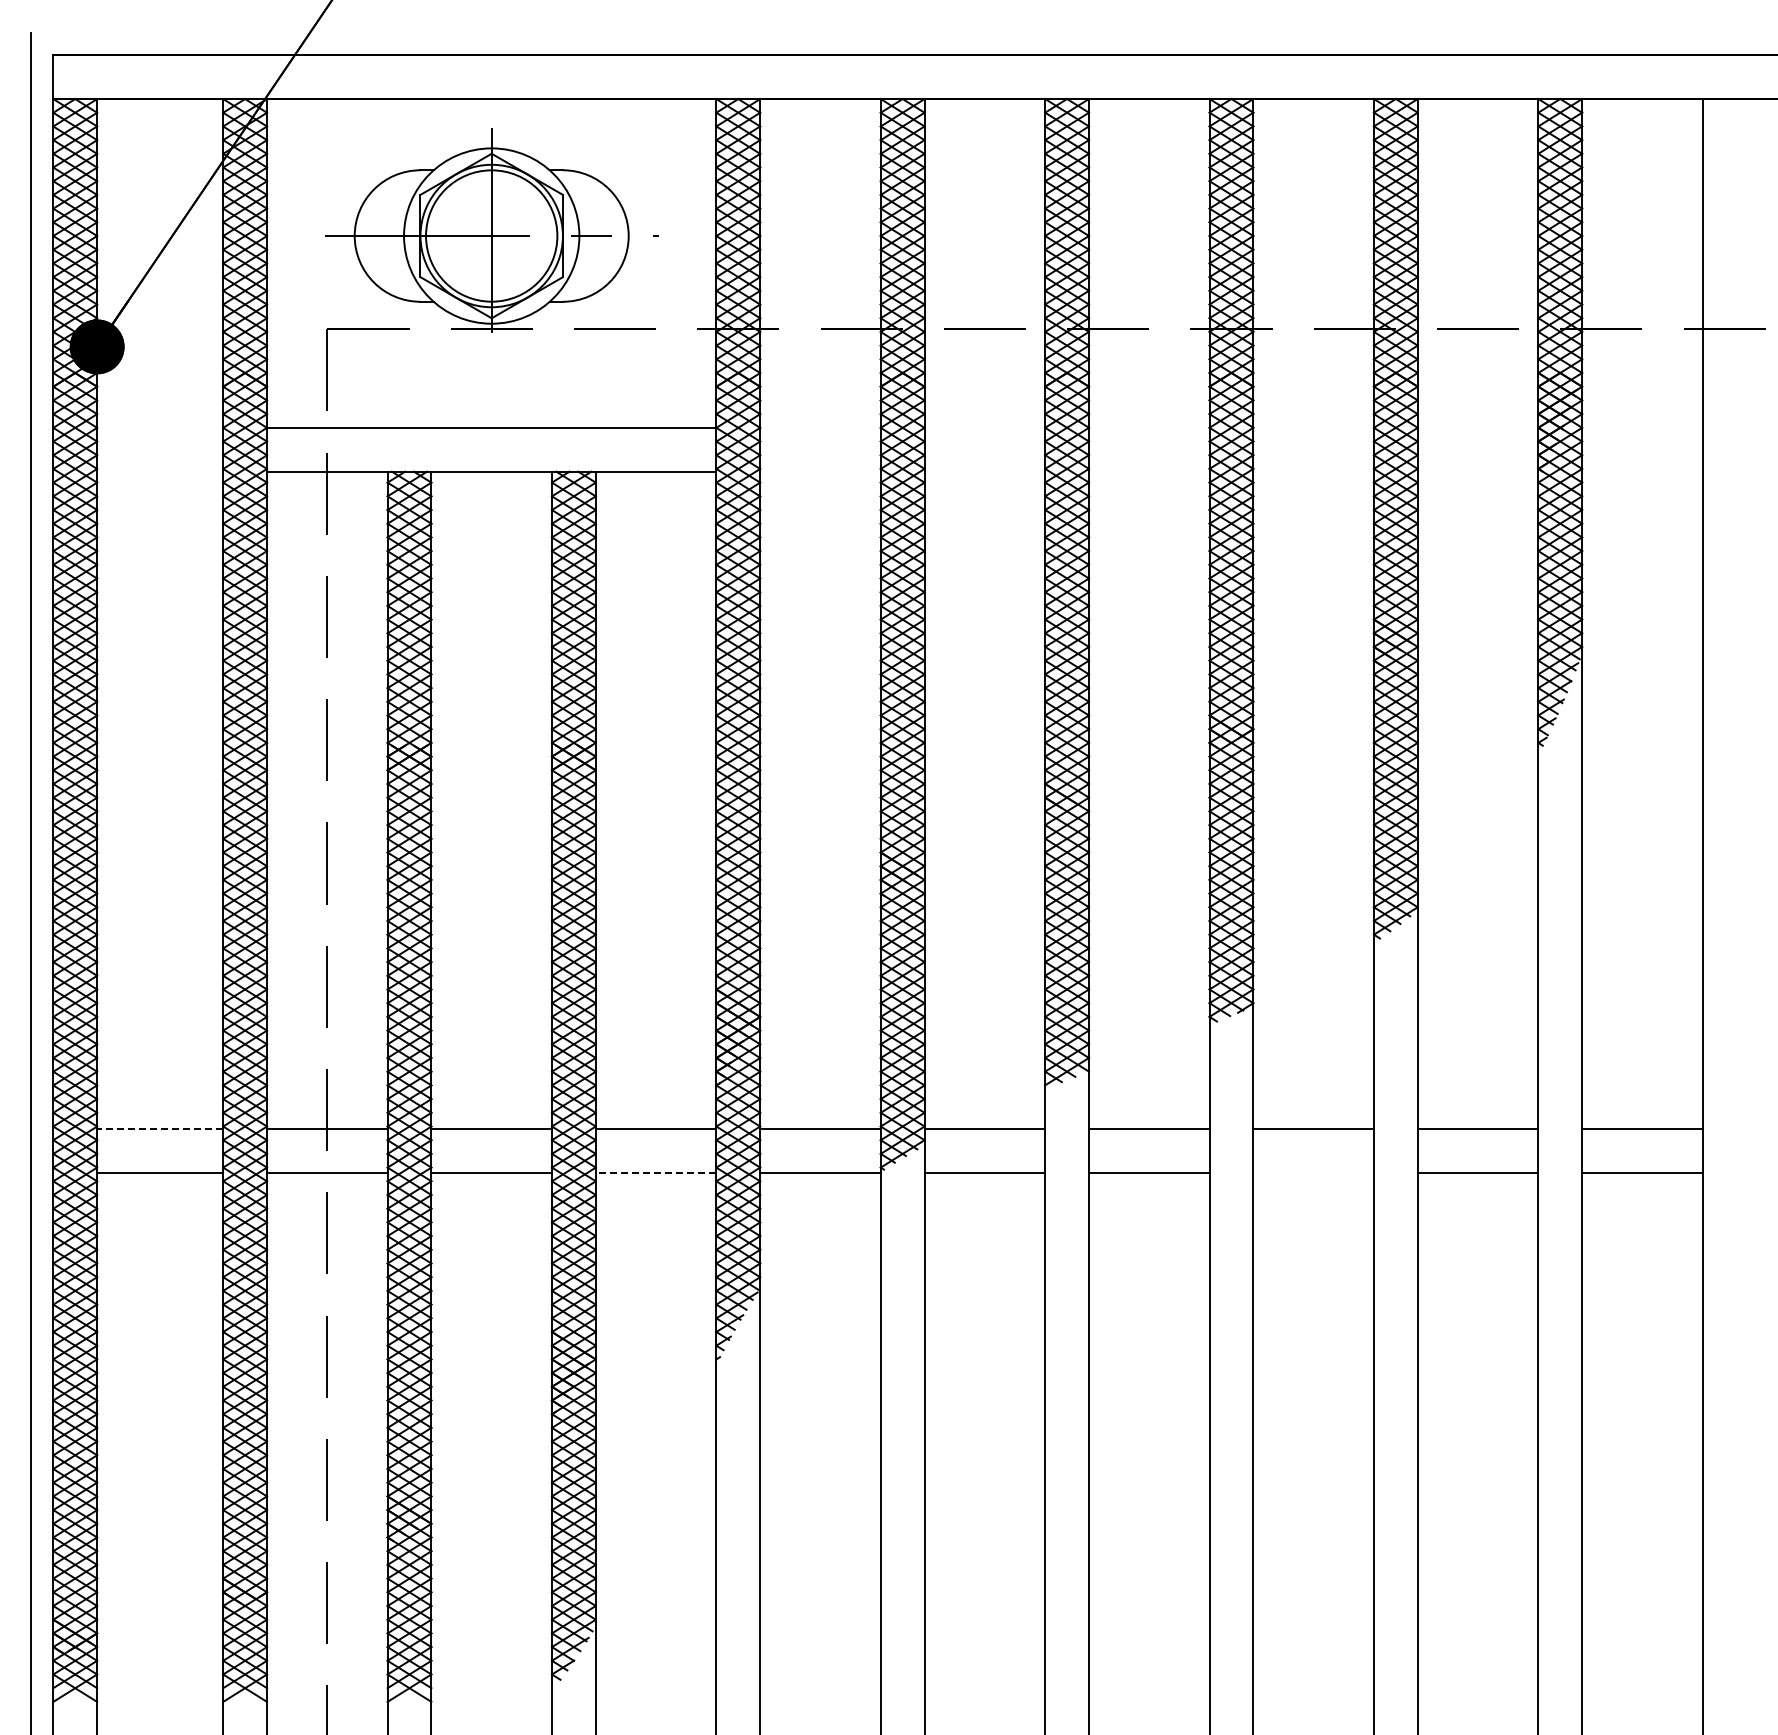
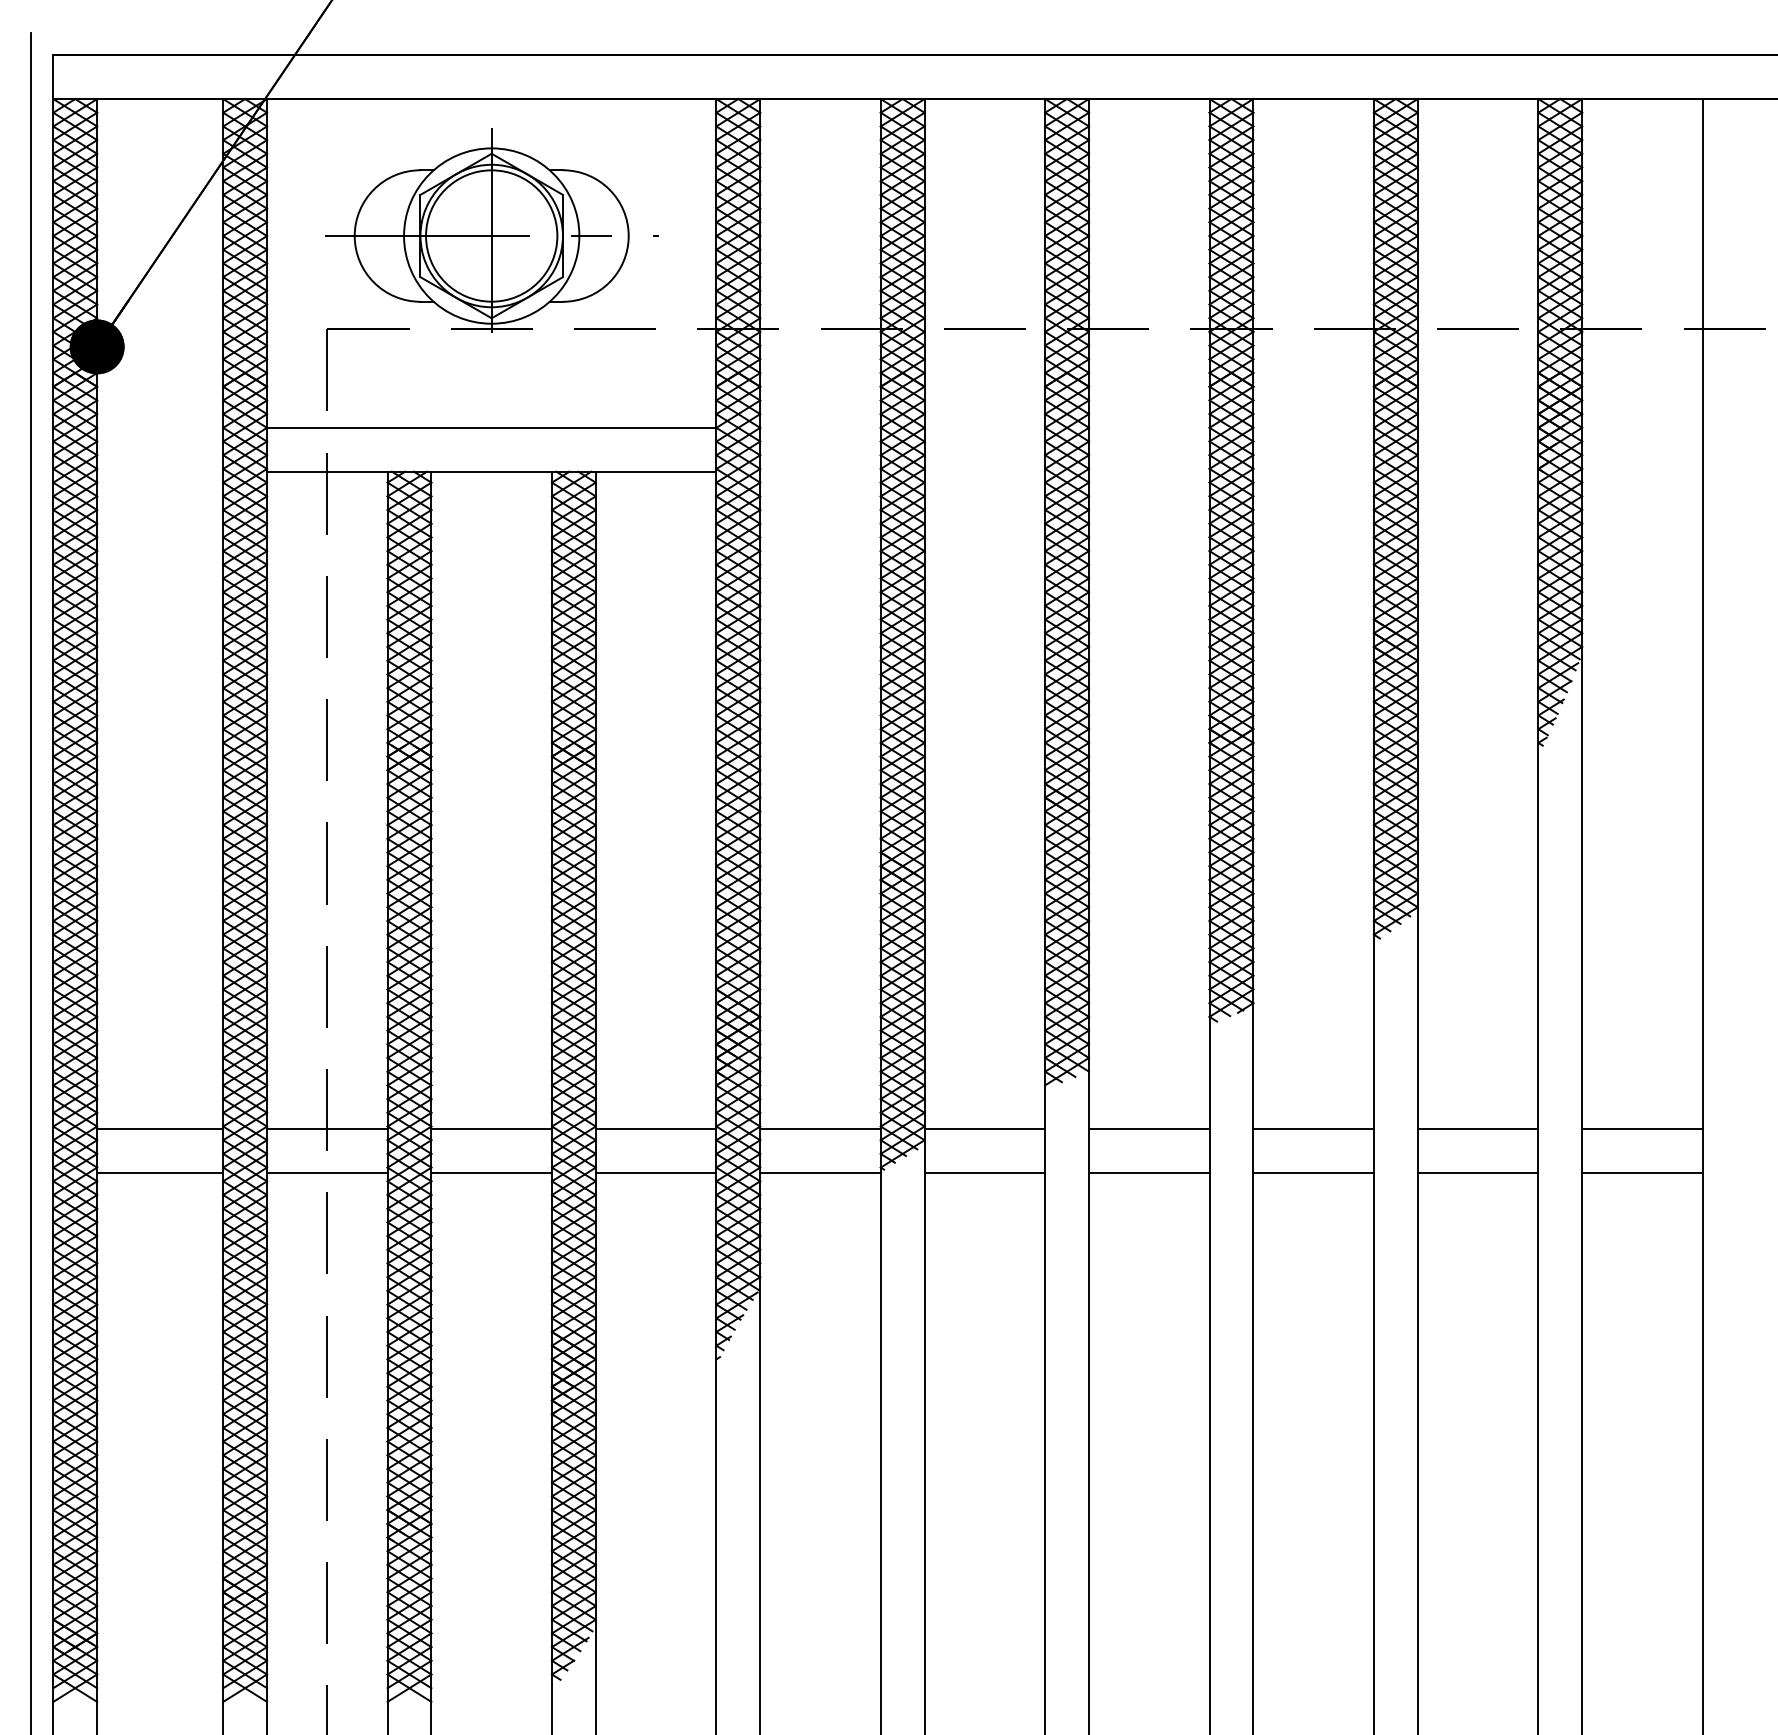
line at (159, 1129): dashed -> solid
line at (655, 1173): dashed -> solid
line at (1313, 1173): none -> present
